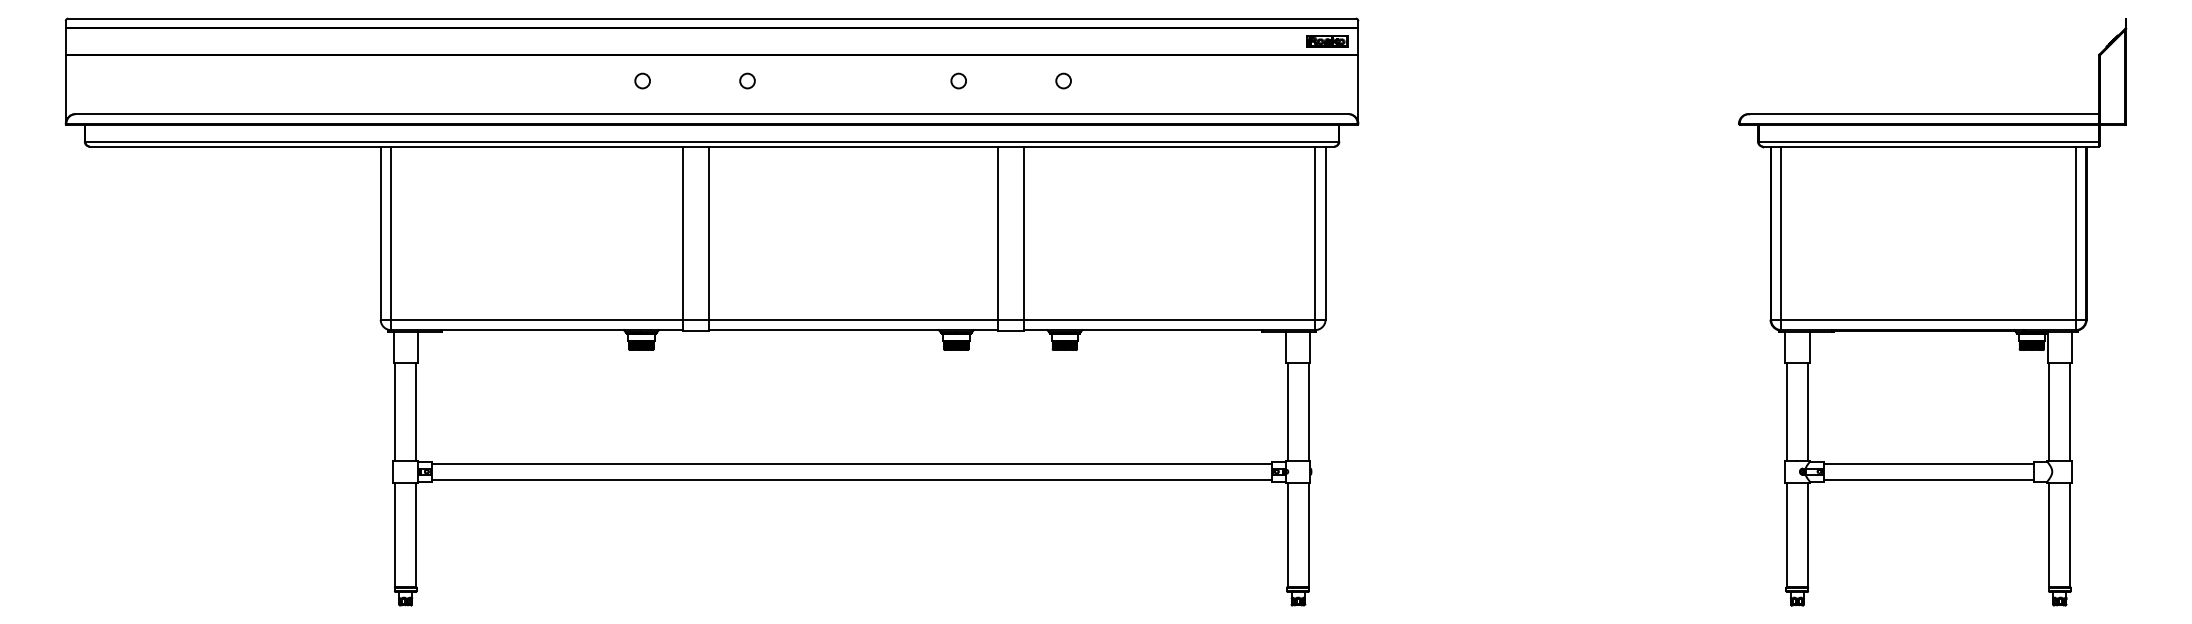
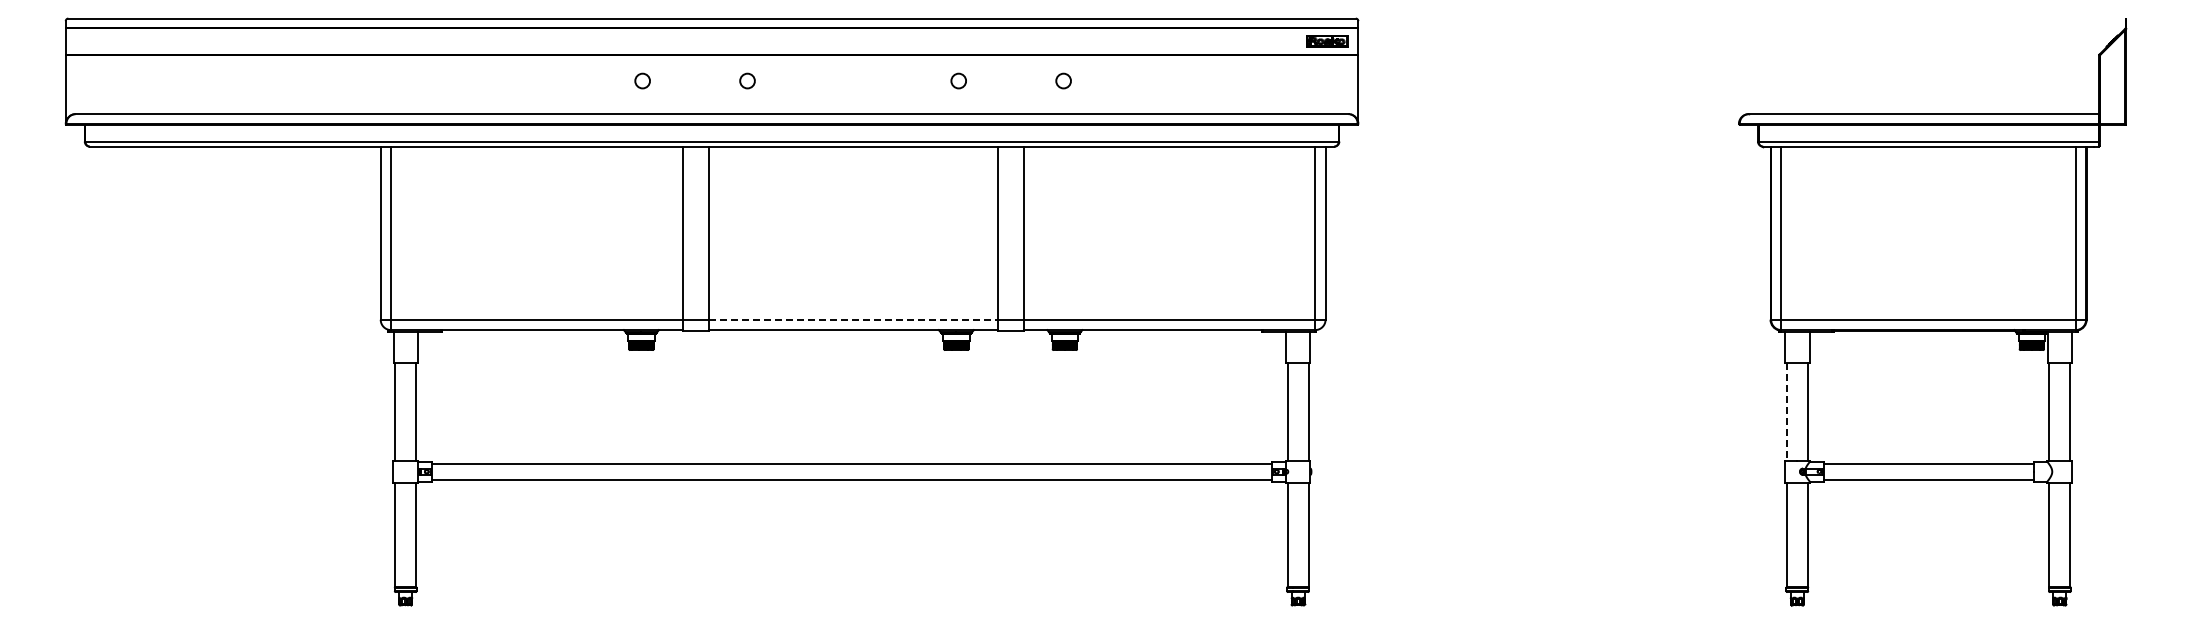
line at (853, 319): solid -> dashed
line at (1786, 412): solid -> dashed
